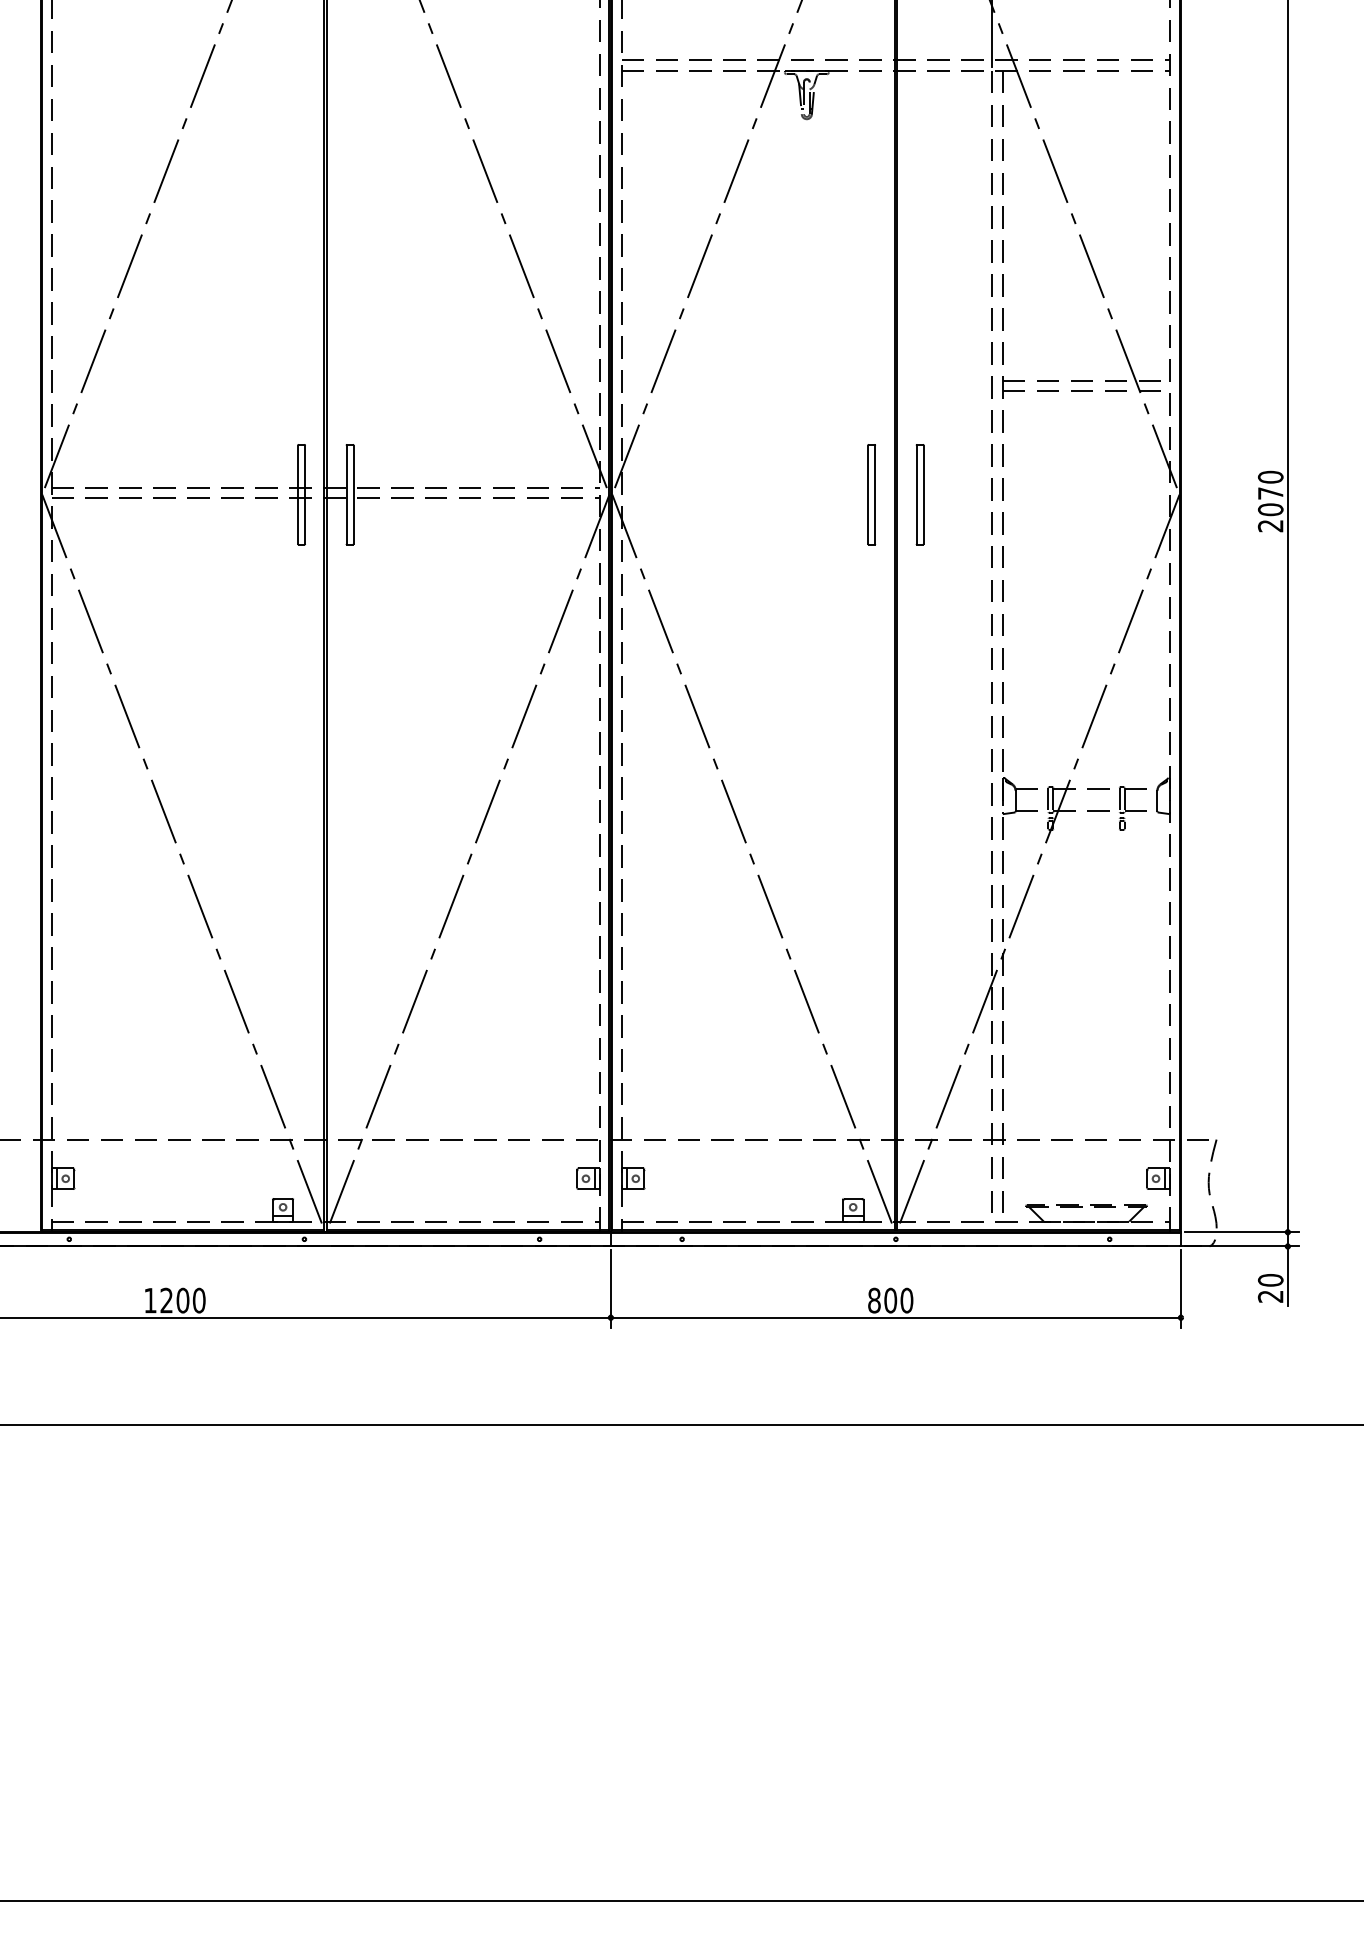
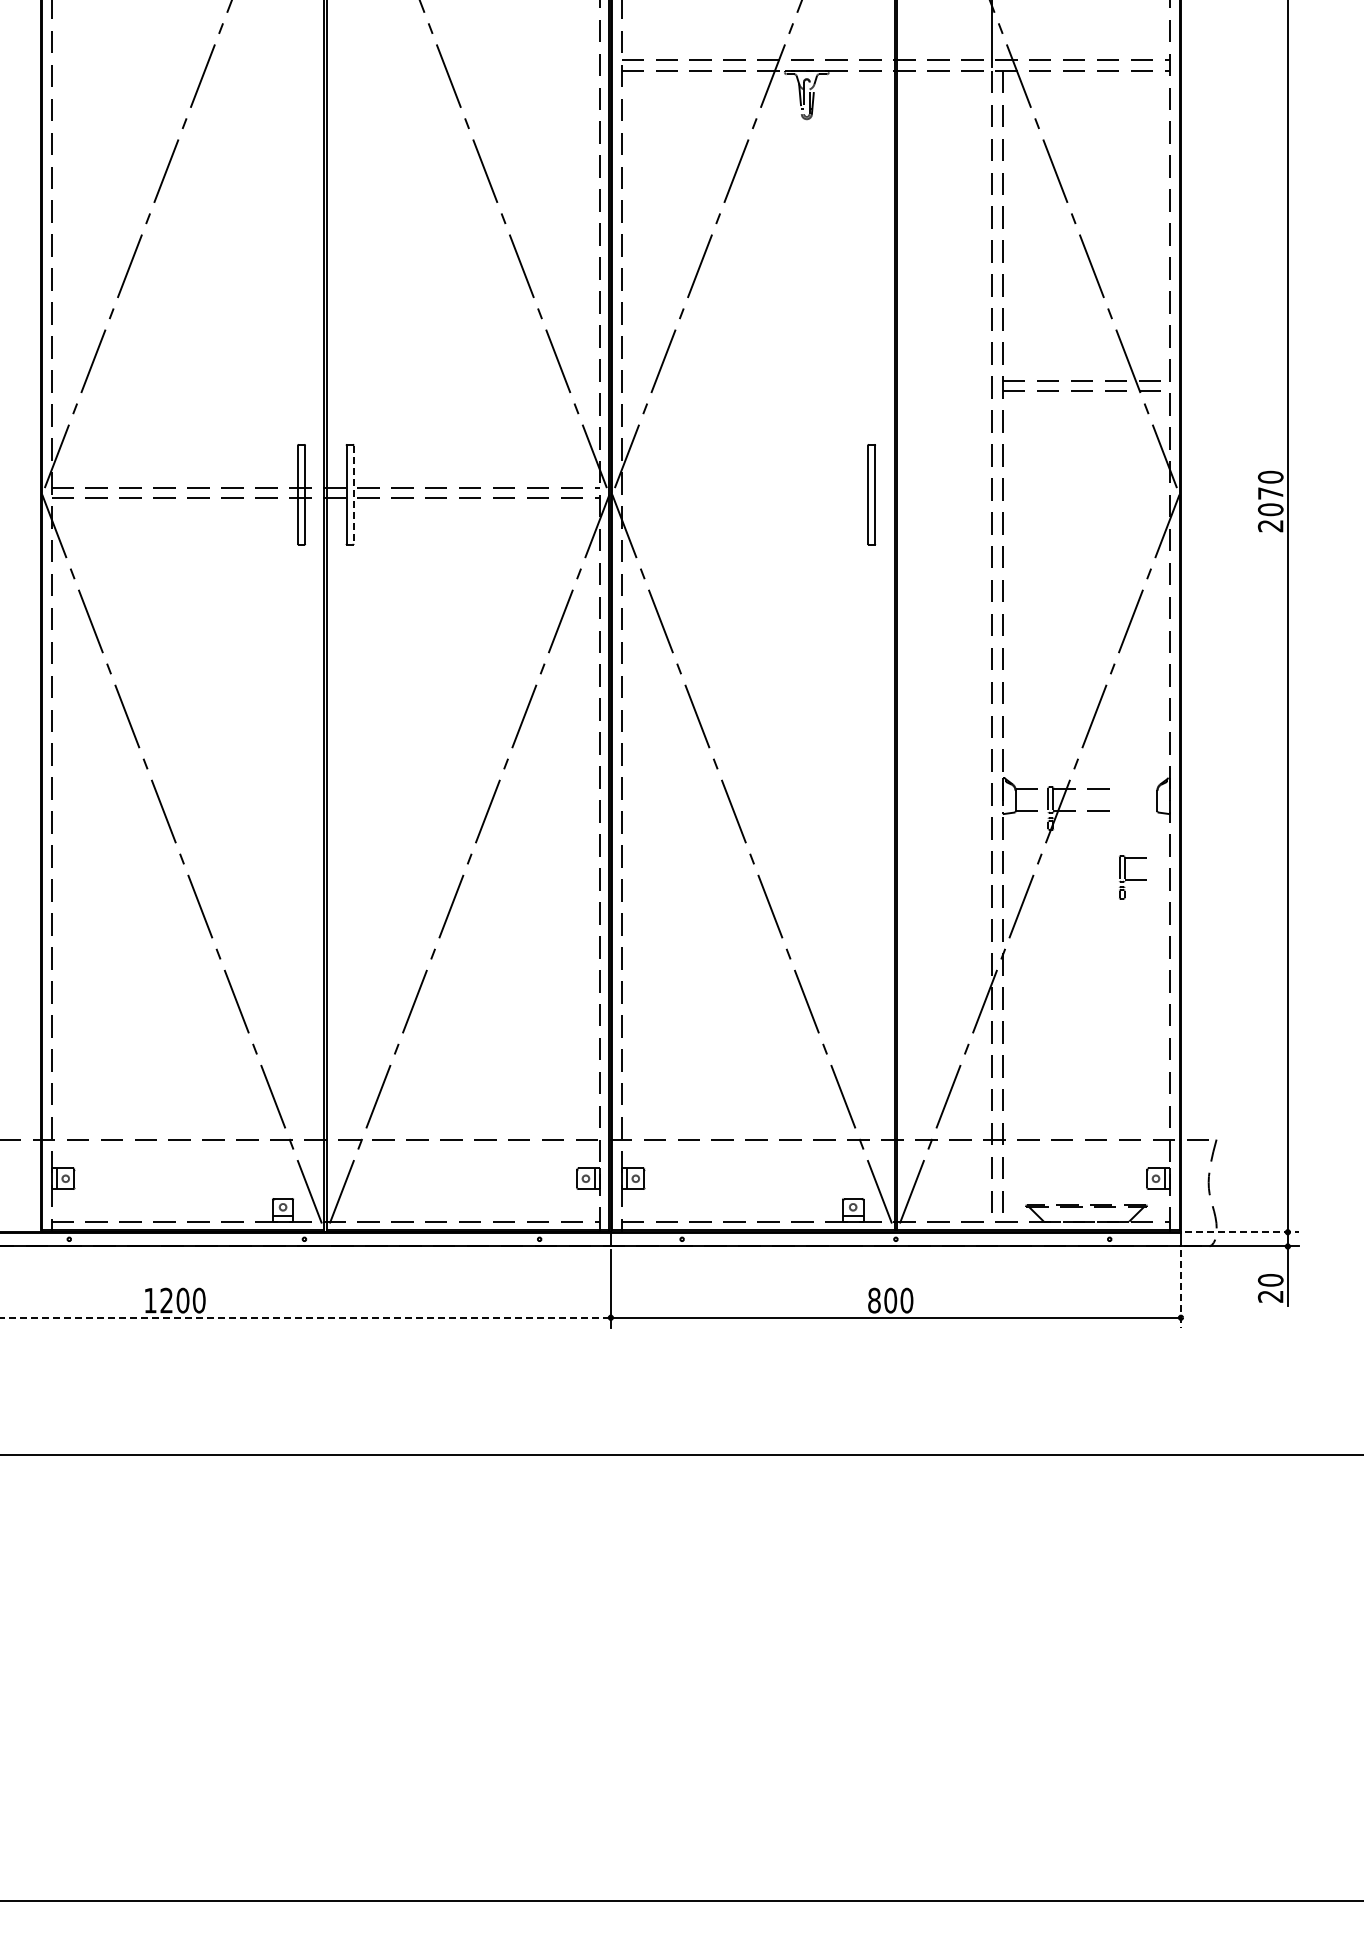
part at (919, 494): present -> none
line at (353, 495): solid -> dashed
part at (1132, 808) position: (1132, 808) -> (1132, 877)
line at (1242, 1232): solid -> dashed
line at (1180, 1289): solid -> dashed
line at (306, 1317): solid -> dashed
line at (681, 1424) position: (681, 1424) -> (681, 1454)
